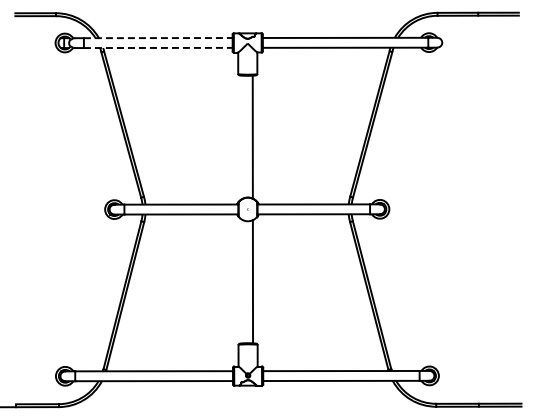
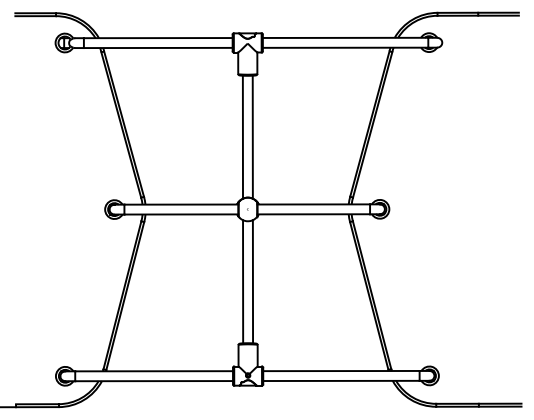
line at (158, 38): dashed -> solid
line at (158, 47): dashed -> solid
line at (242, 136): none -> present
line at (243, 281): none -> present
